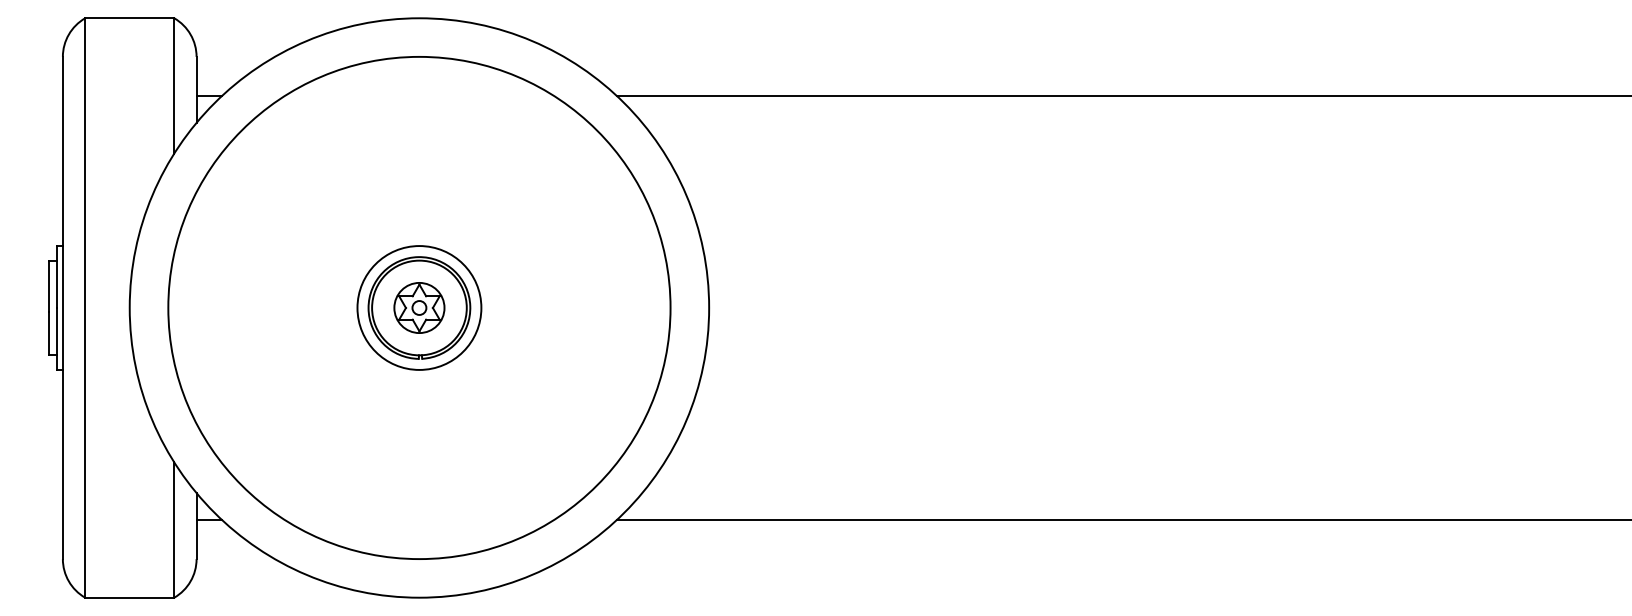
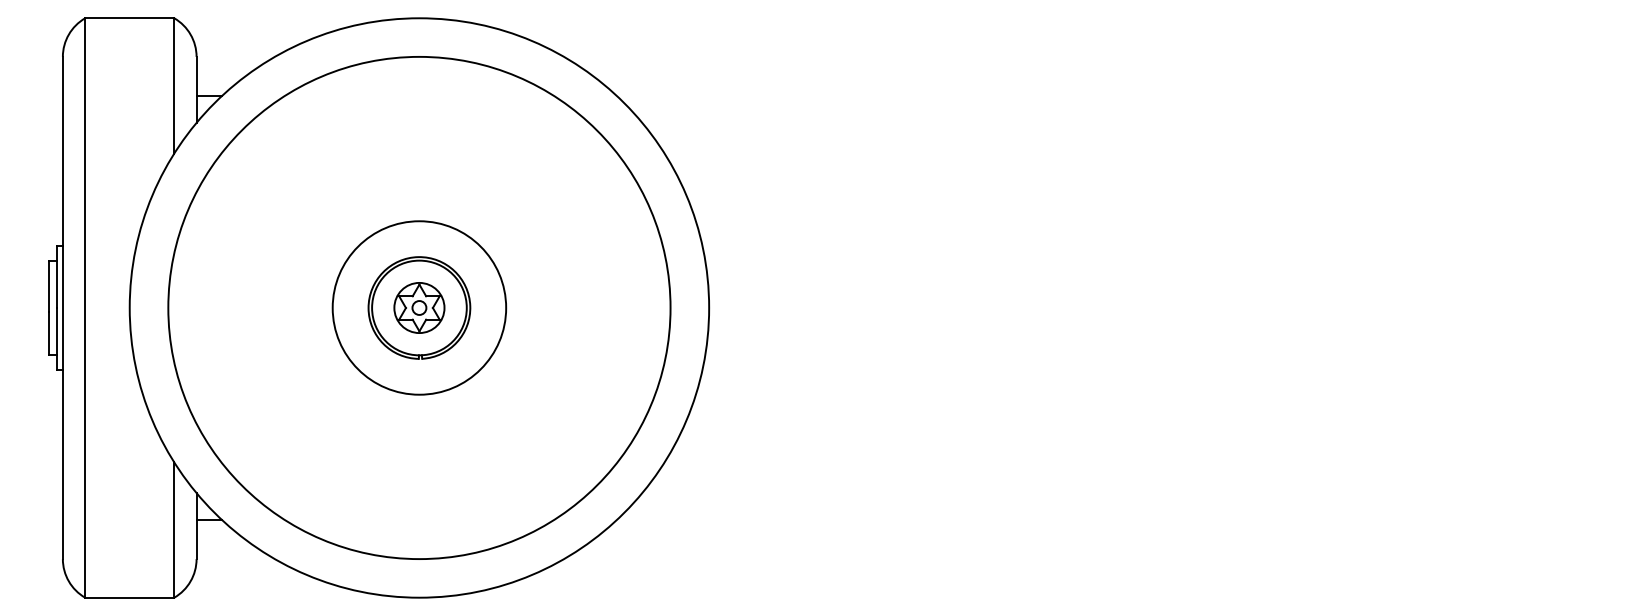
line at (1122, 96): present -> none
circle at (419, 307) diameter: 124 px -> 173 px
line at (1122, 519): present -> none
